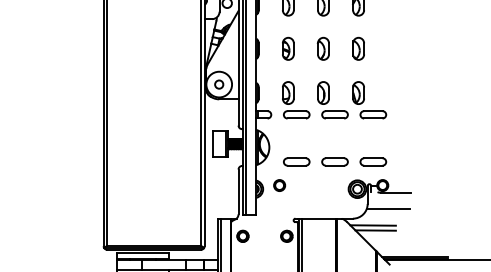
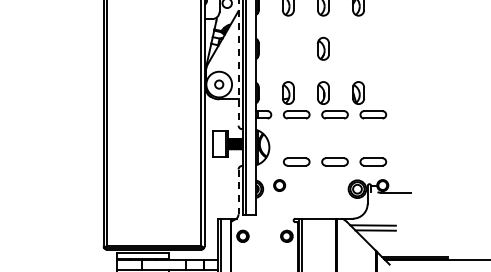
part at (288, 48): present -> none
part at (358, 48): present -> none
line at (238, 62): solid -> dashed
line at (238, 192): solid -> dashed
line at (387, 209): present -> none
